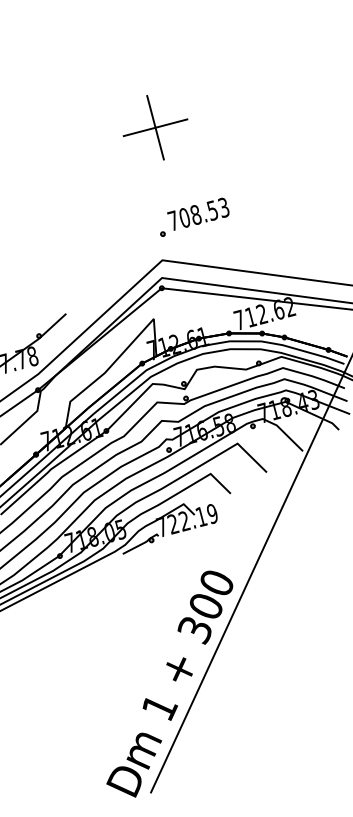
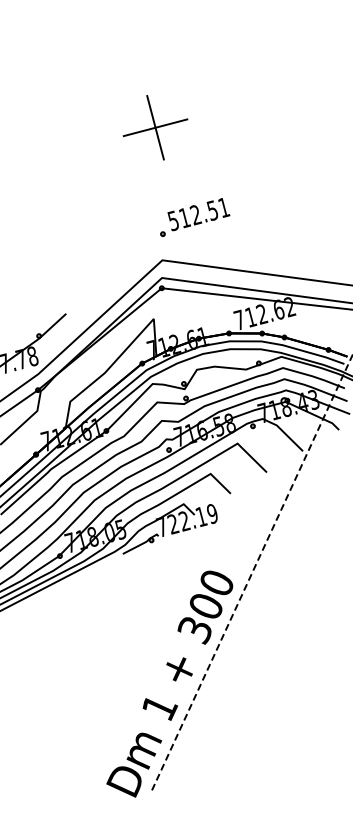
text at (198, 214): 708.53 -> 512.51
line at (251, 573): solid -> dashed
